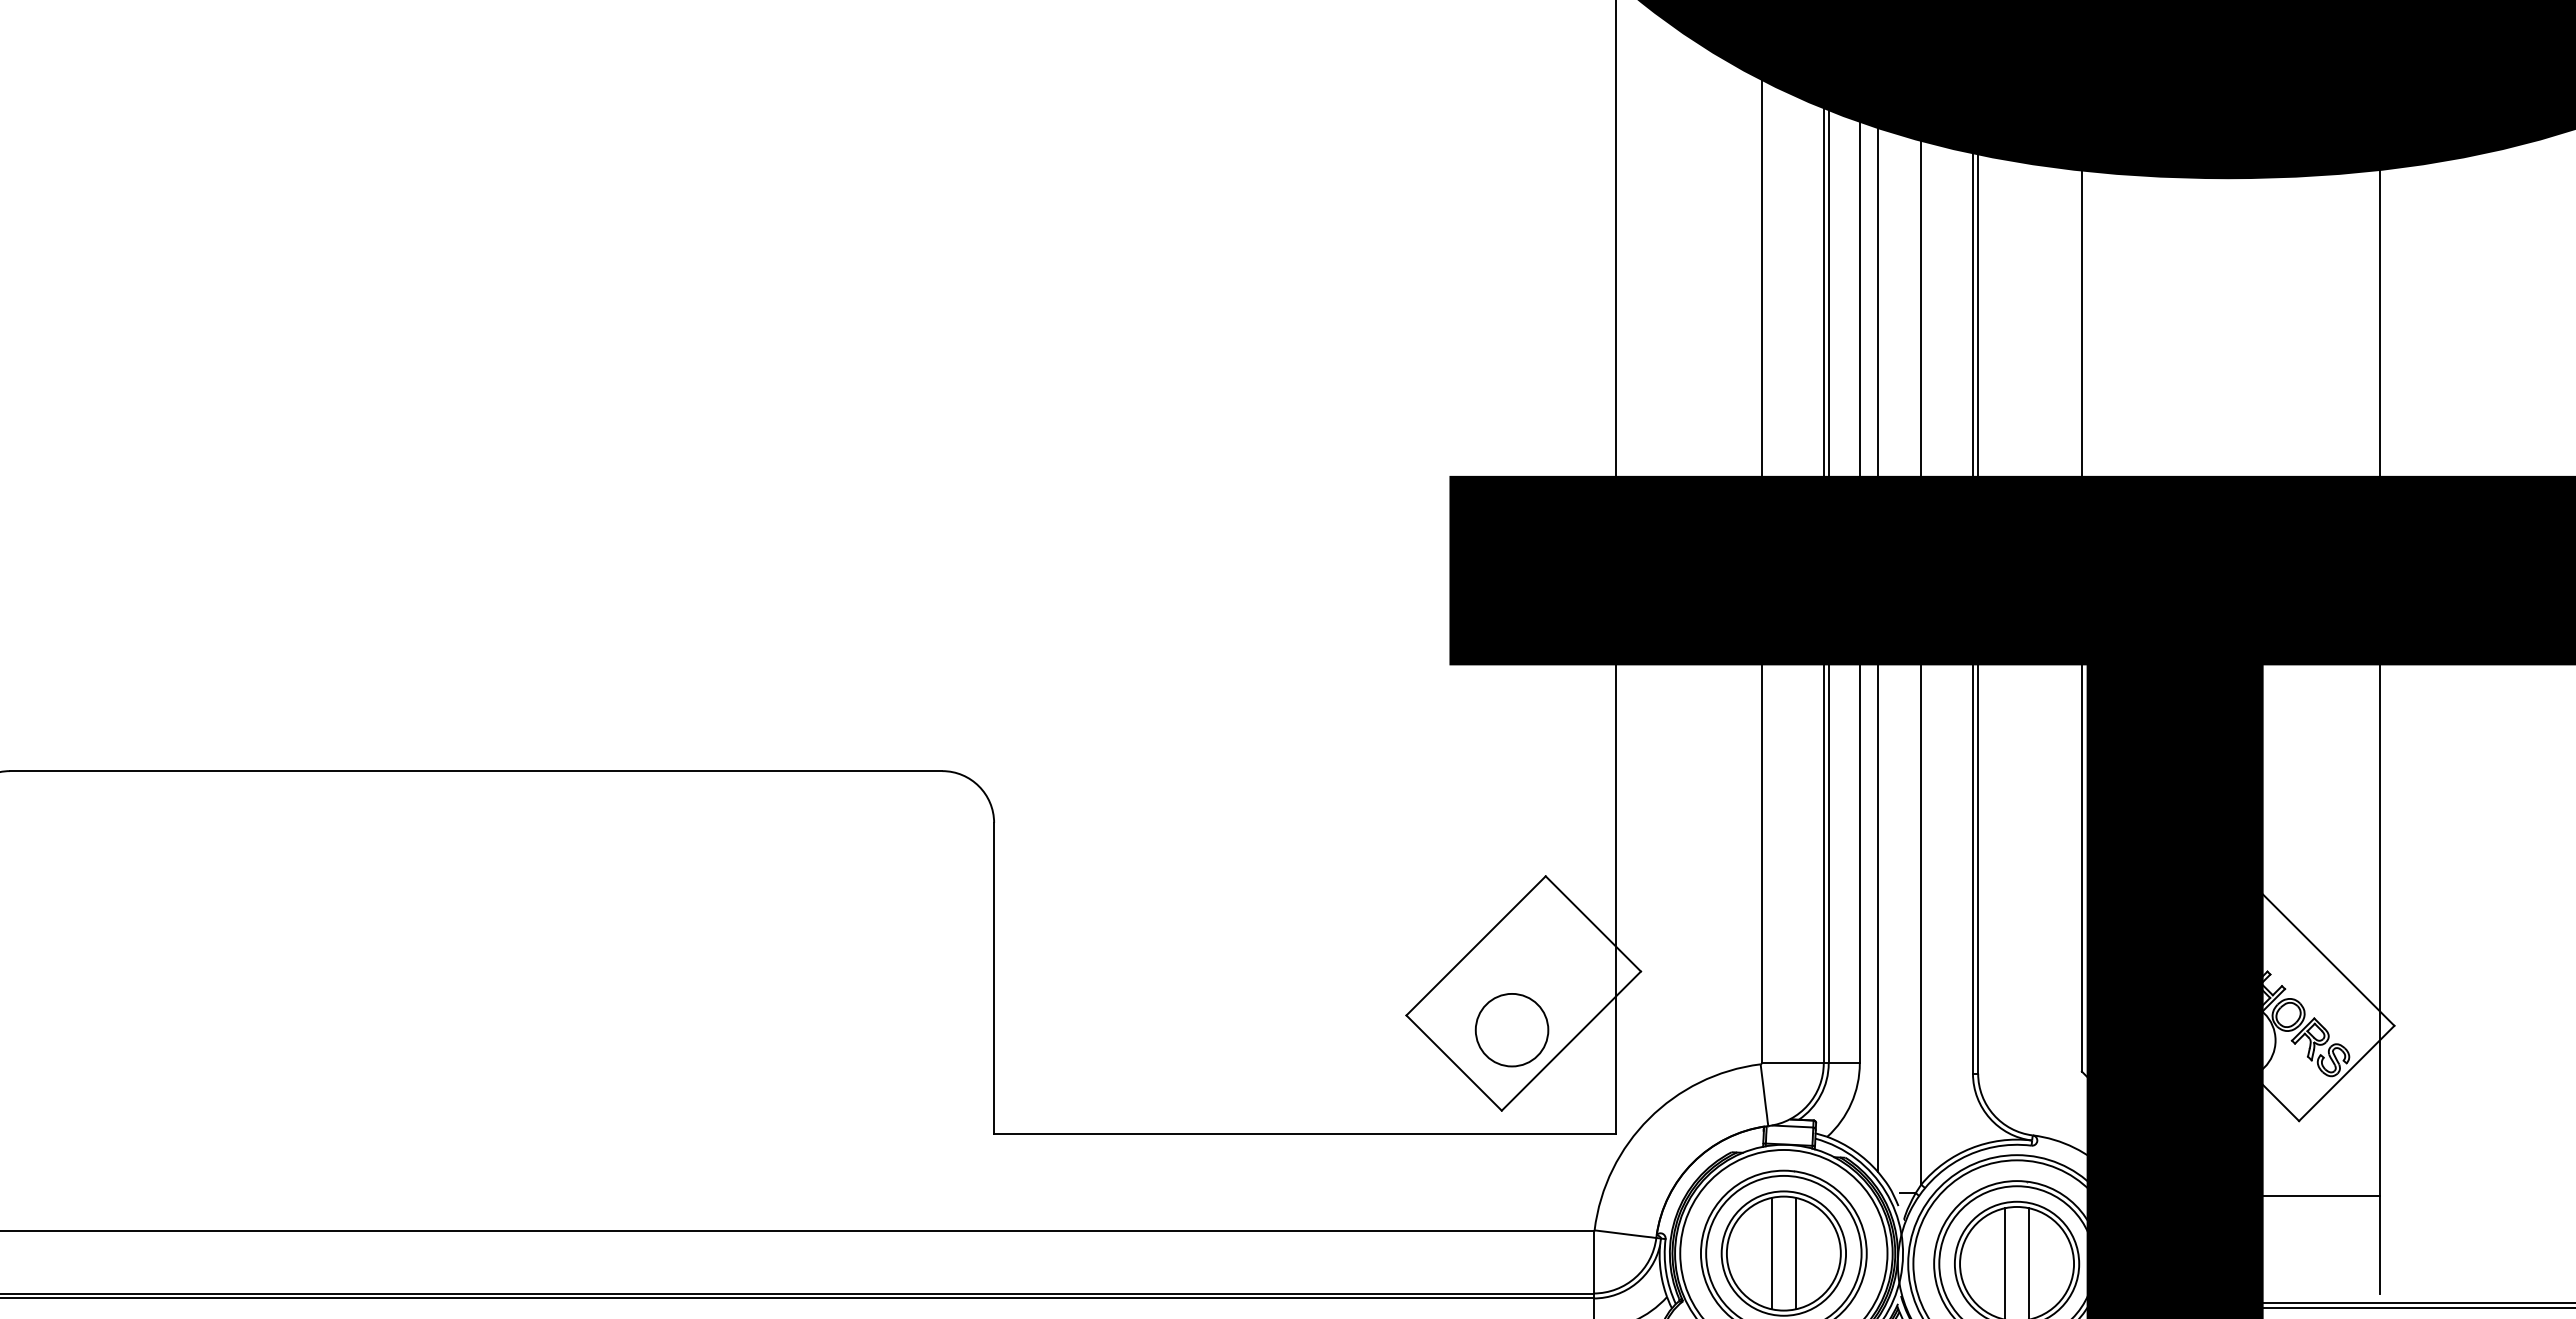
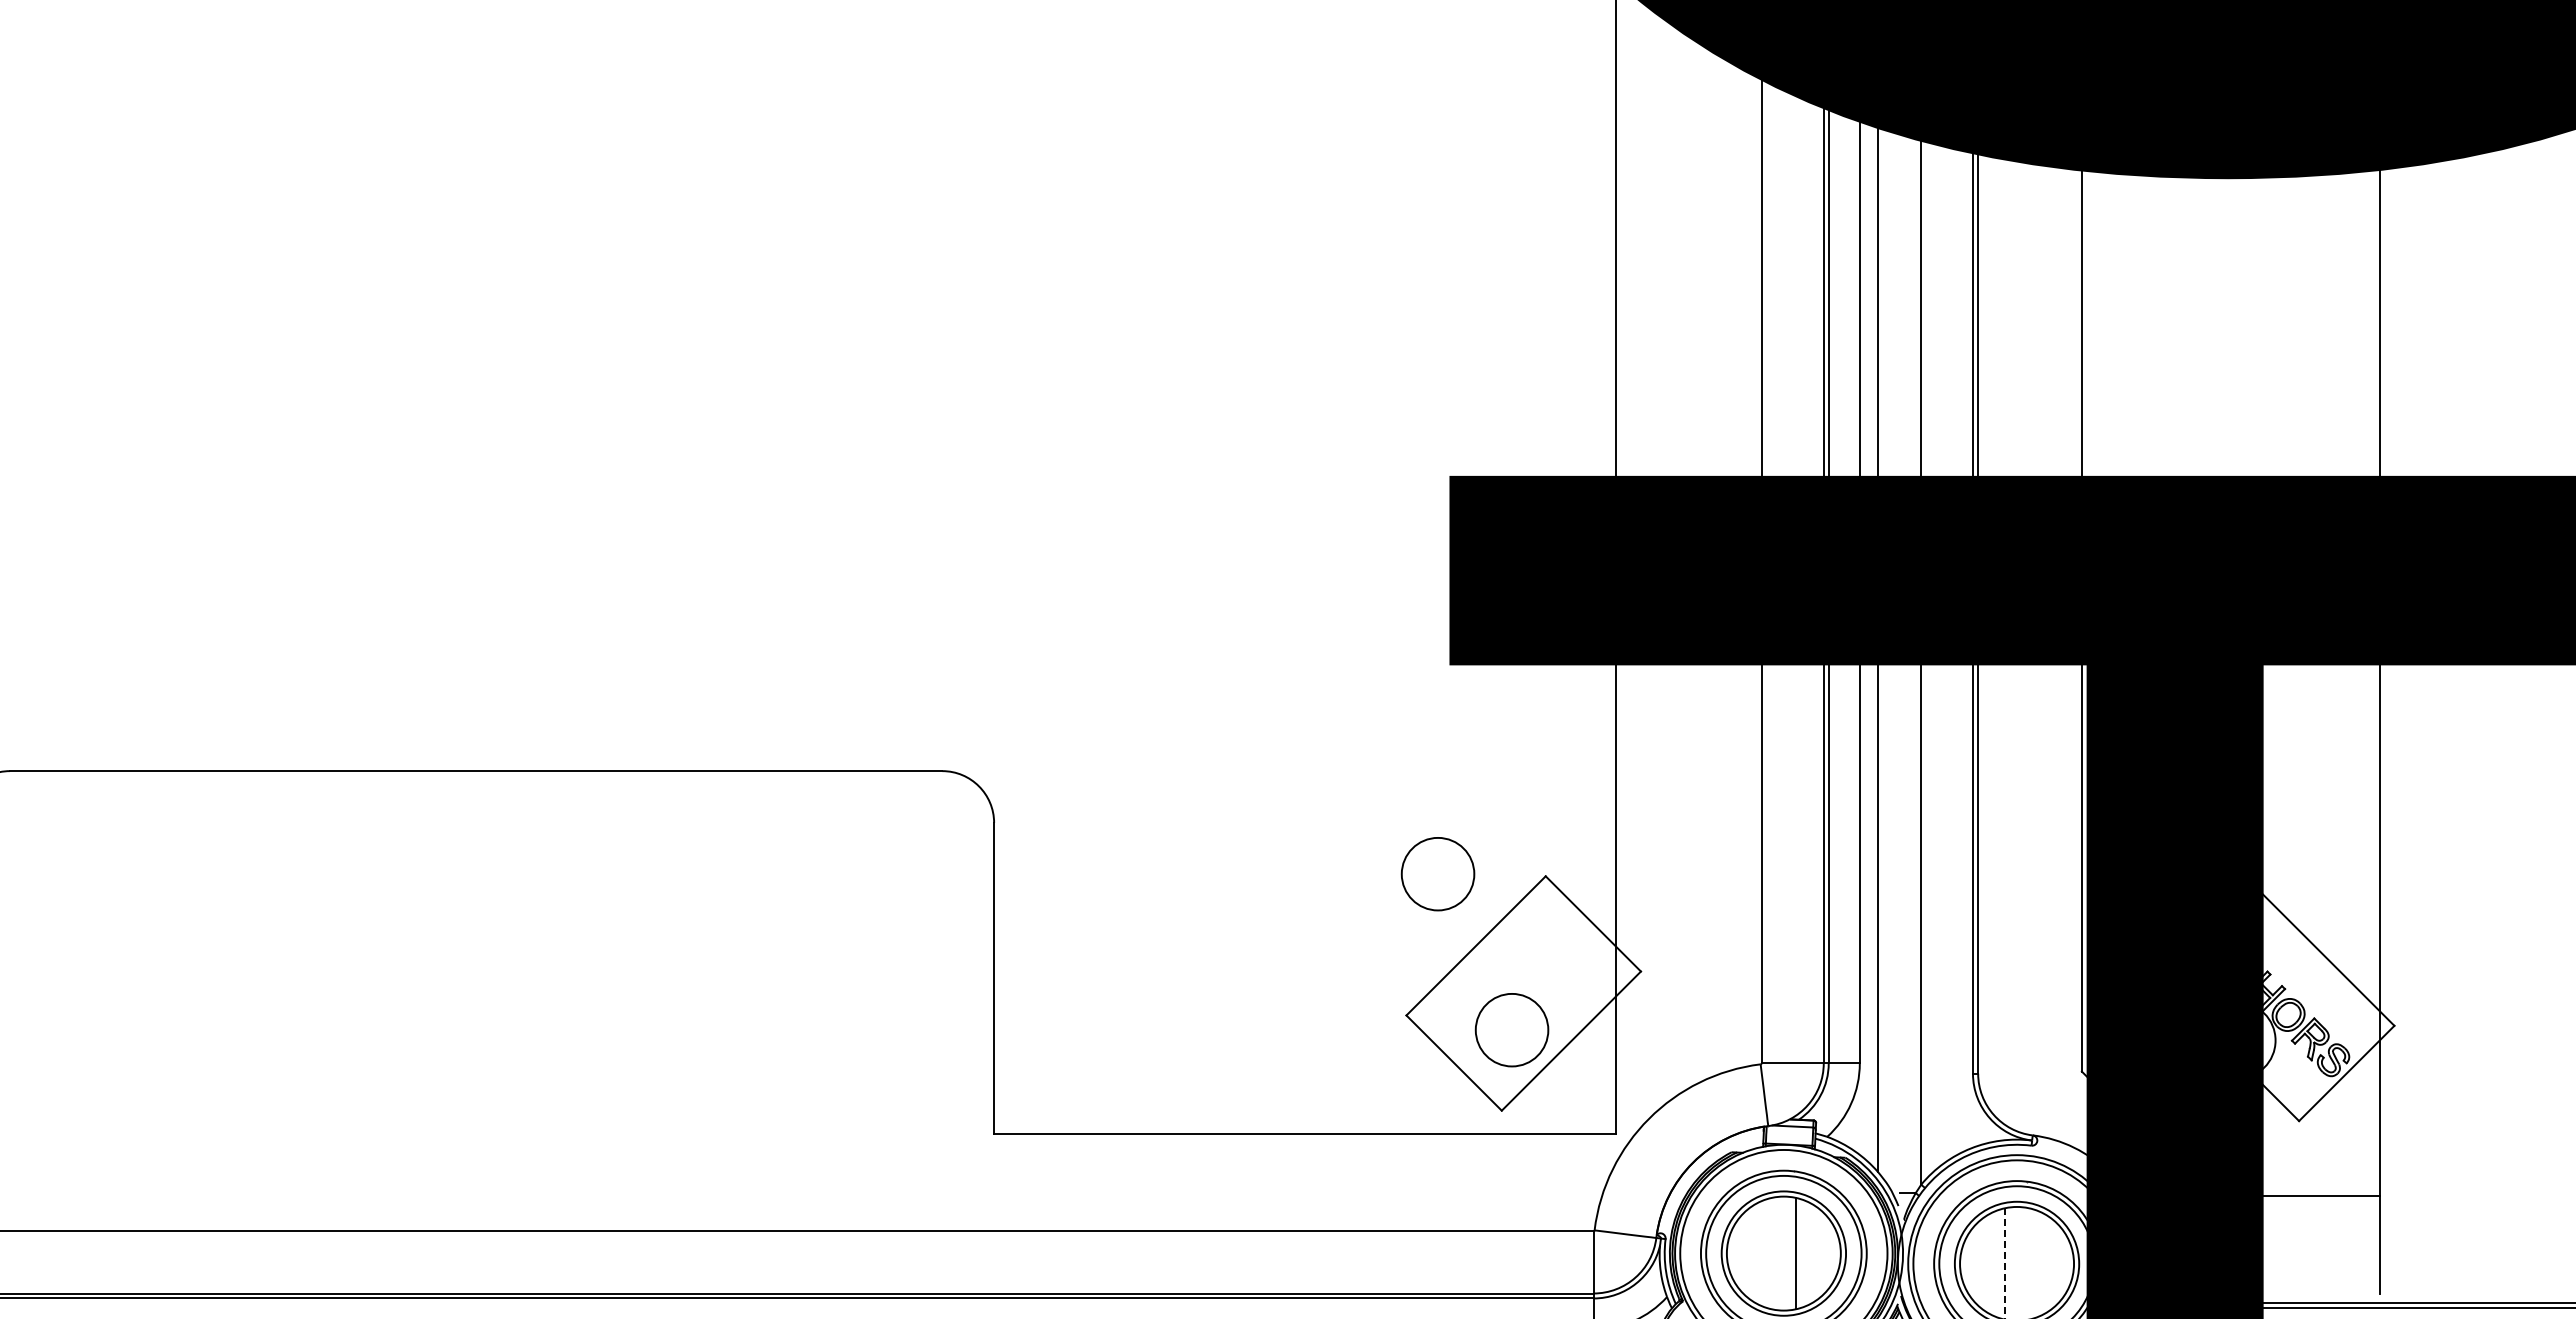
circle at (1437, 874): none -> present
line at (1771, 1253): present -> none
line at (2028, 1261): present -> none
line at (2005, 1263): solid -> dashed
